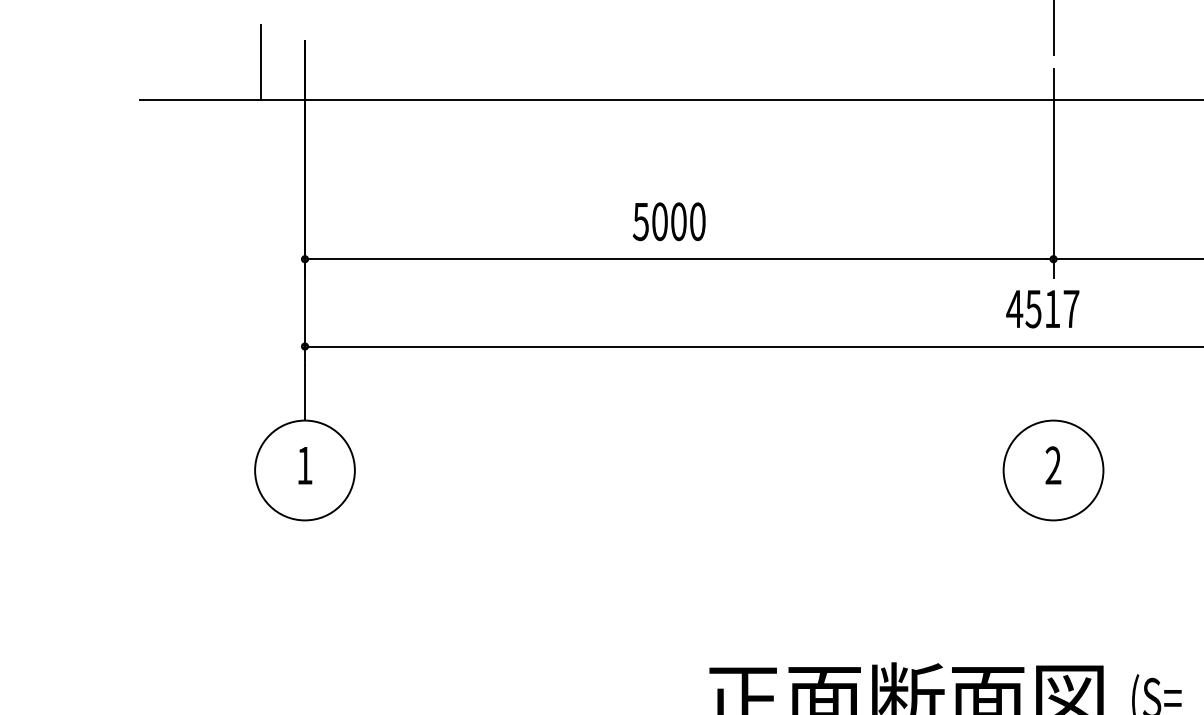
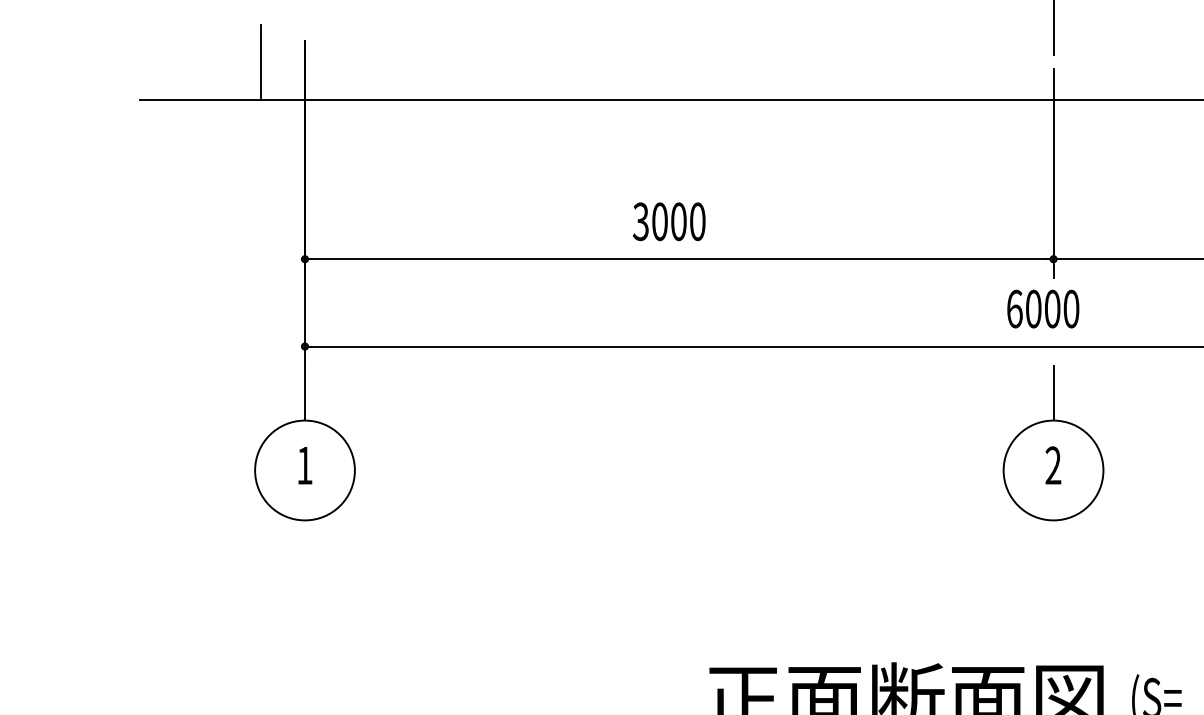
text at (640, 221): 5000 -> 3000
text at (1042, 308): 4517 -> 6000
line at (1053, 392): none -> present
